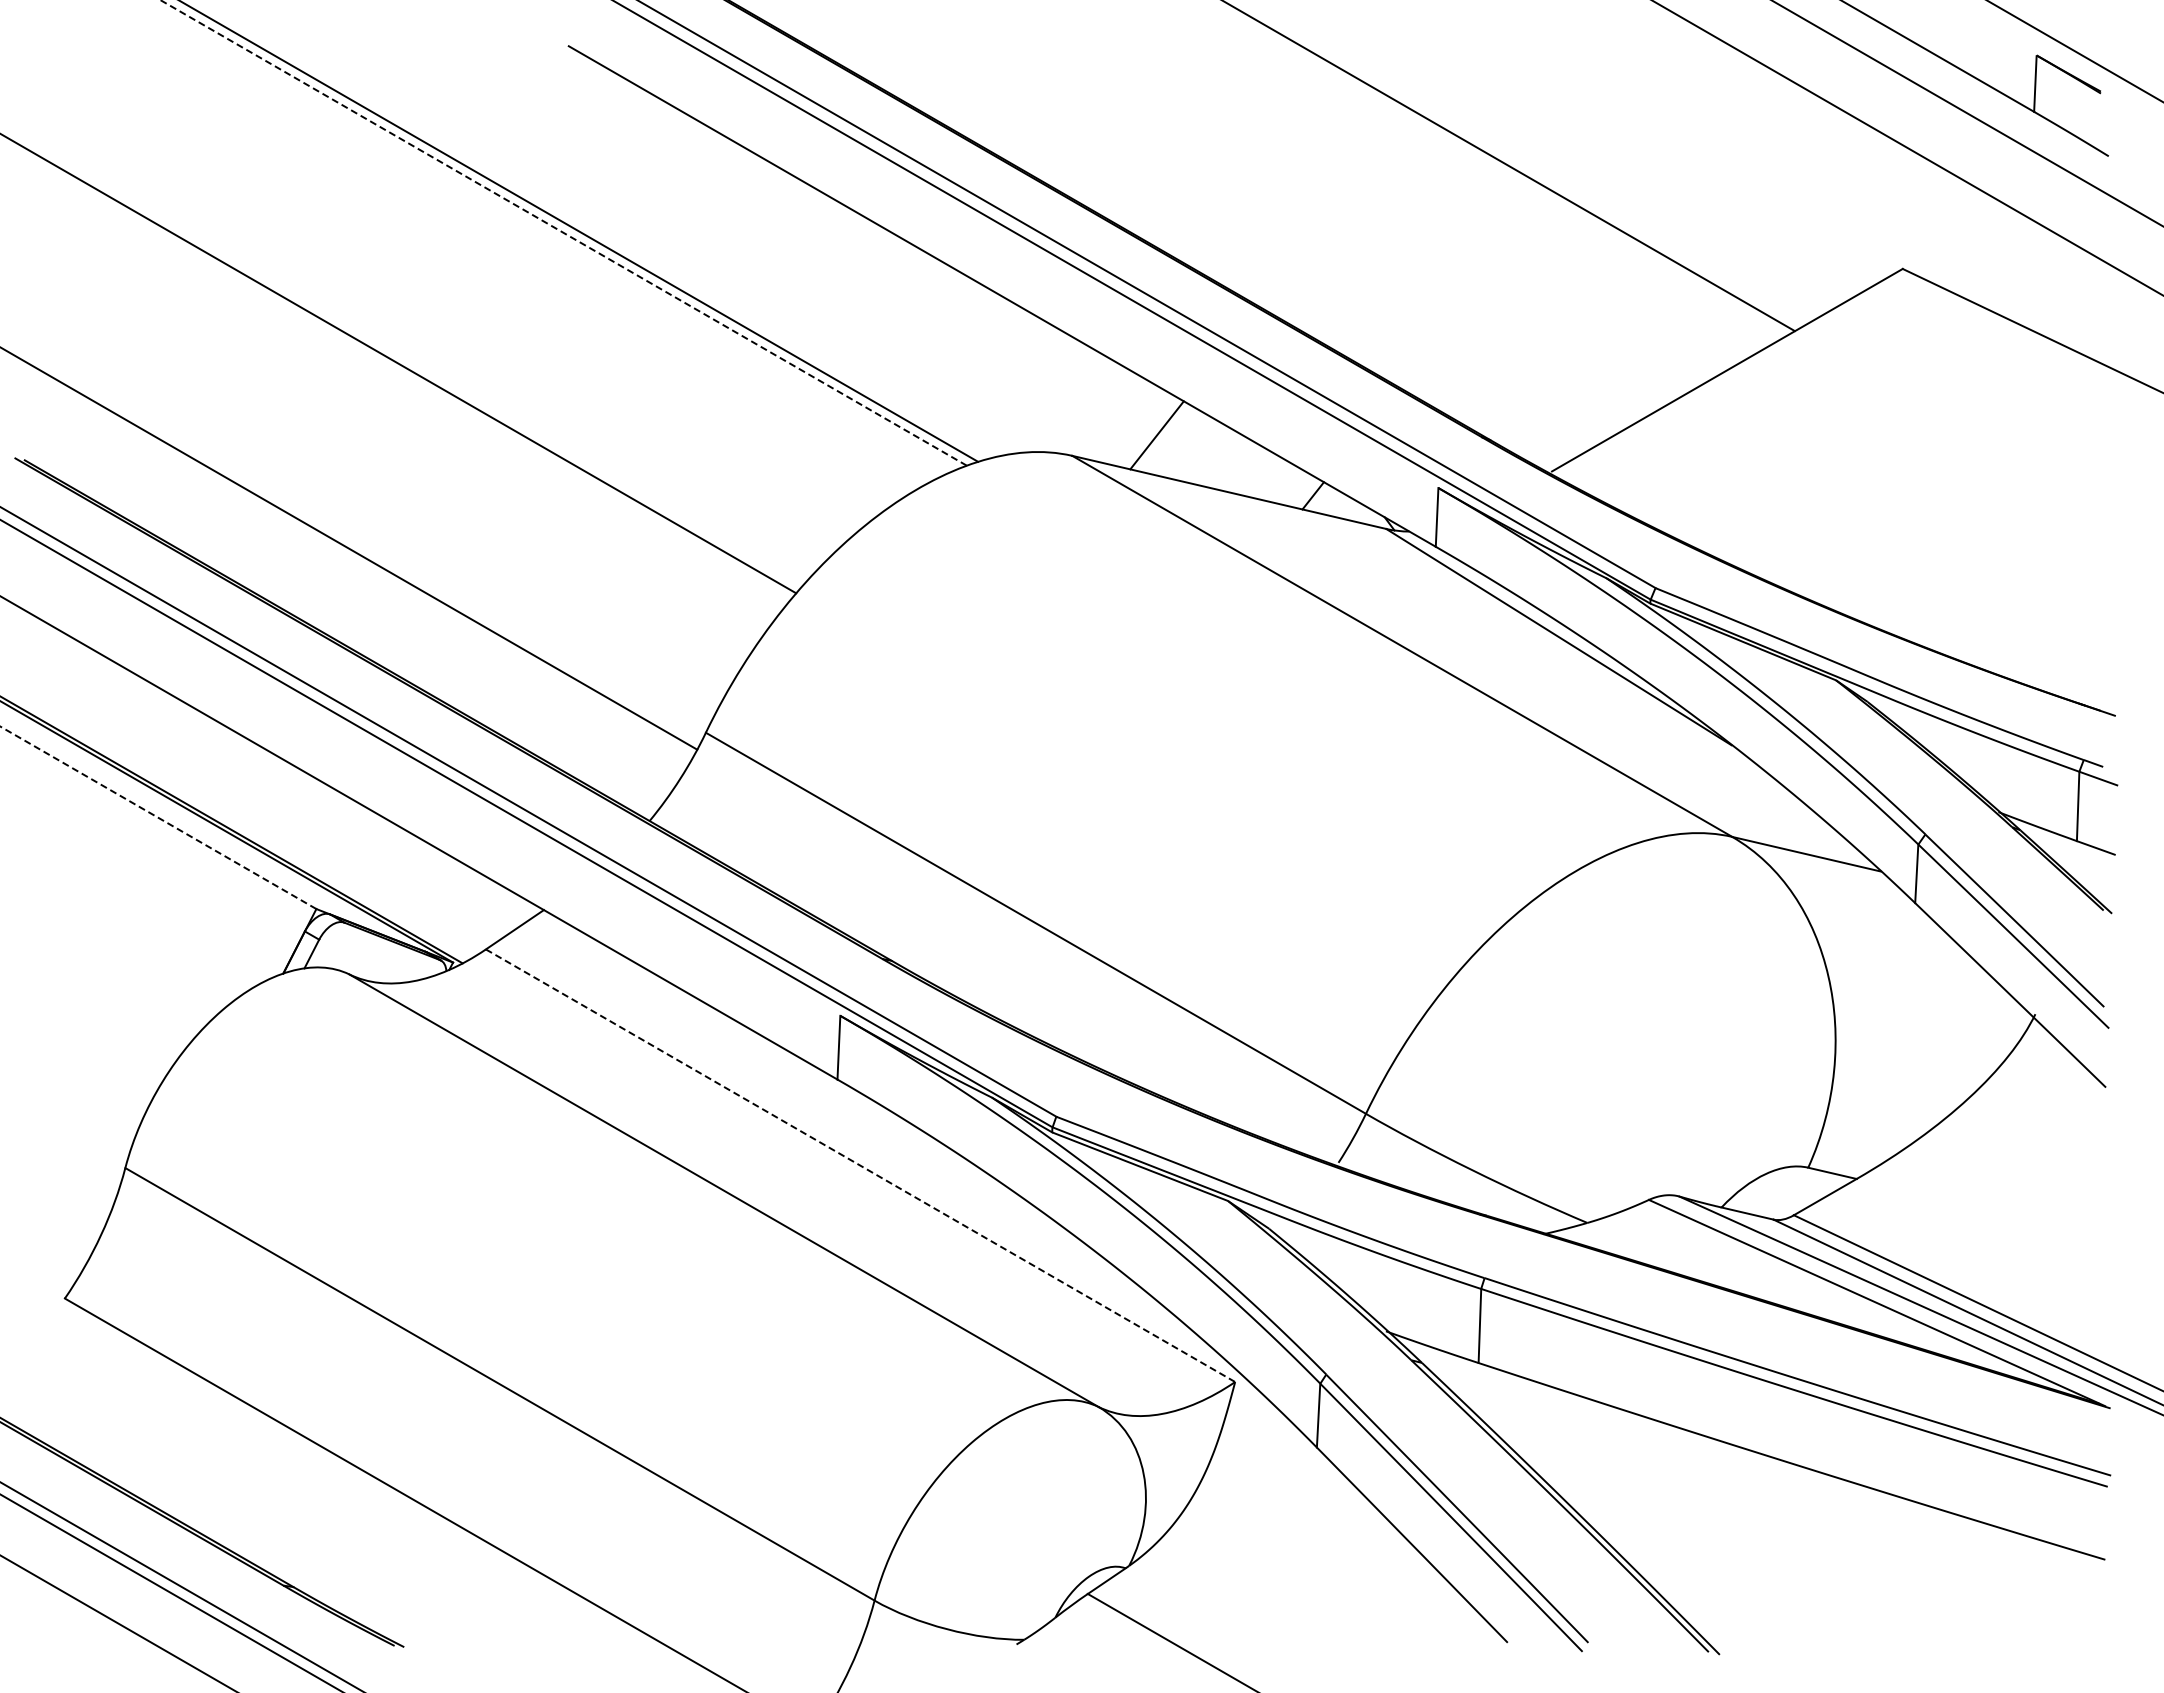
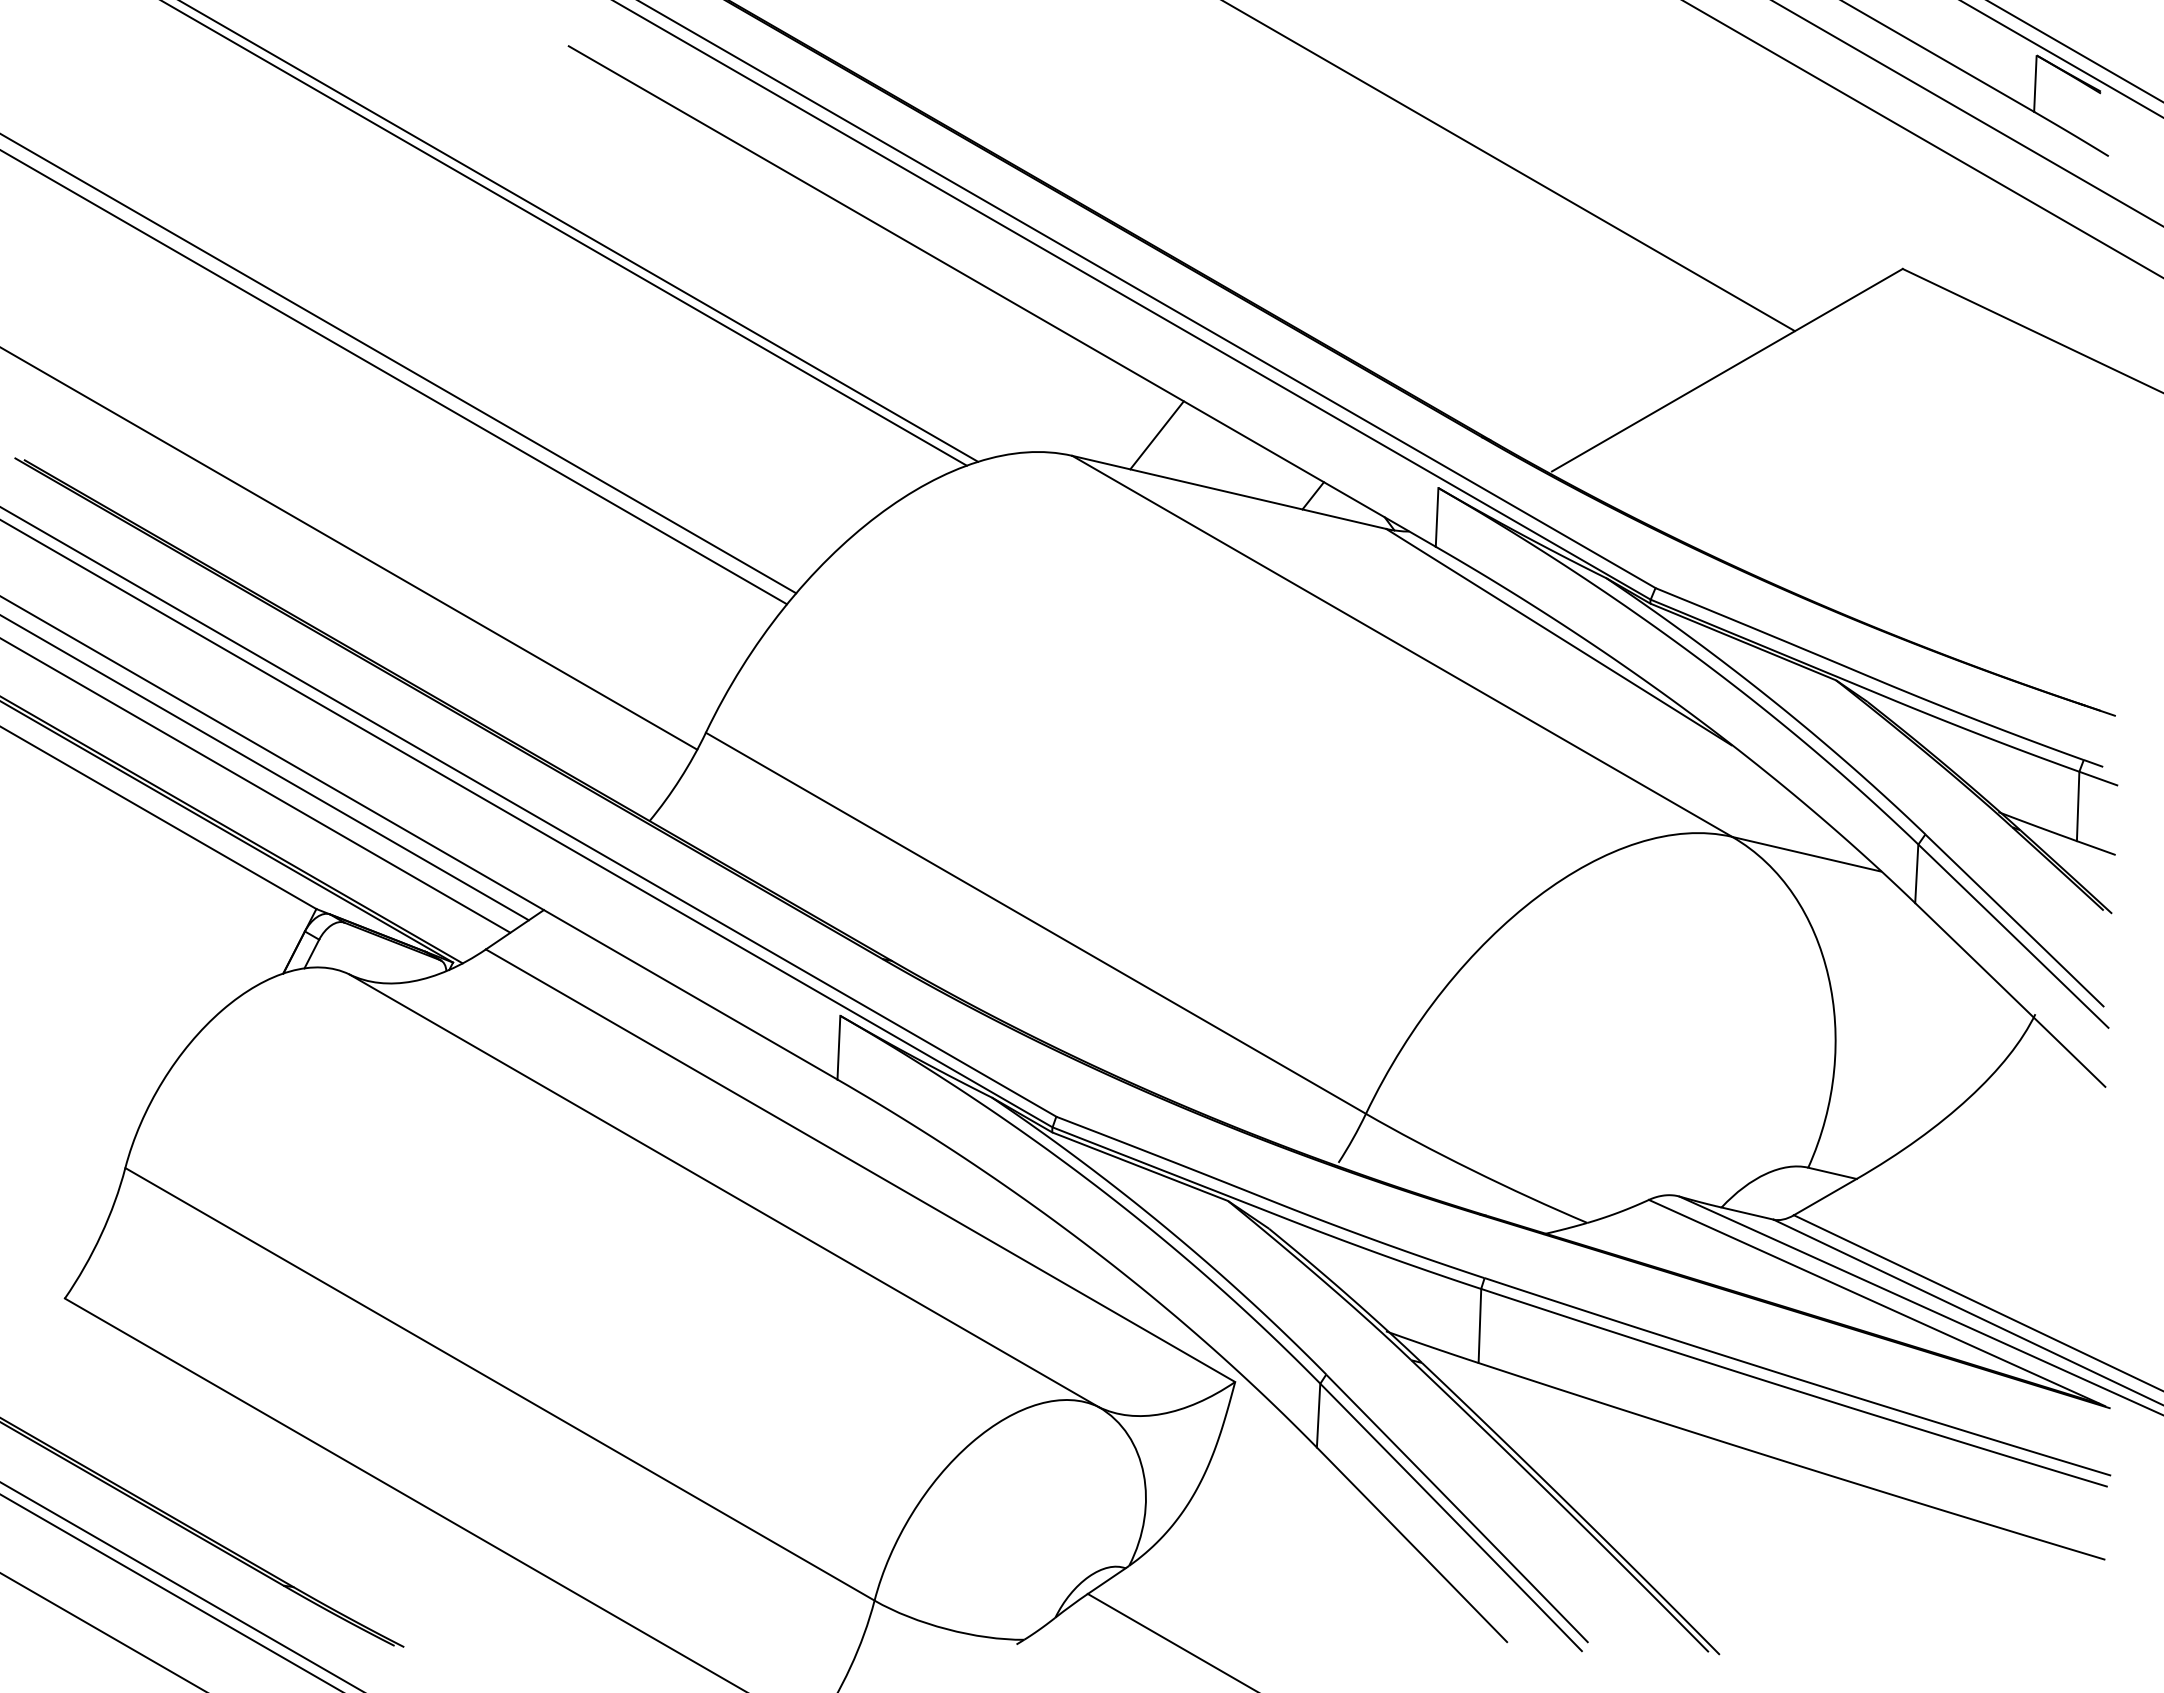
line at (2061, 59): none -> present
line at (1907, 147) position: (1907, 147) -> (1922, 139)
line at (563, 232): dashed -> solid
line at (394, 377): none -> present
line at (265, 768): none -> present
line at (256, 785): none -> present
line at (157, 817): dashed -> solid
line at (860, 1165): dashed -> solid
line at (117, 1622) position: (117, 1622) -> (102, 1631)
